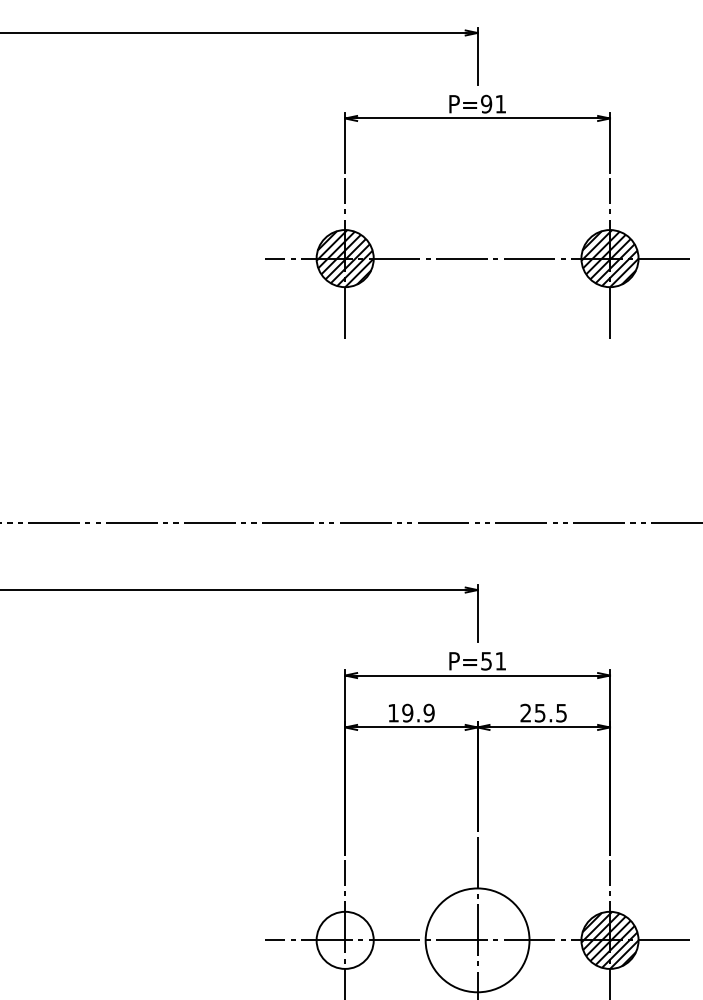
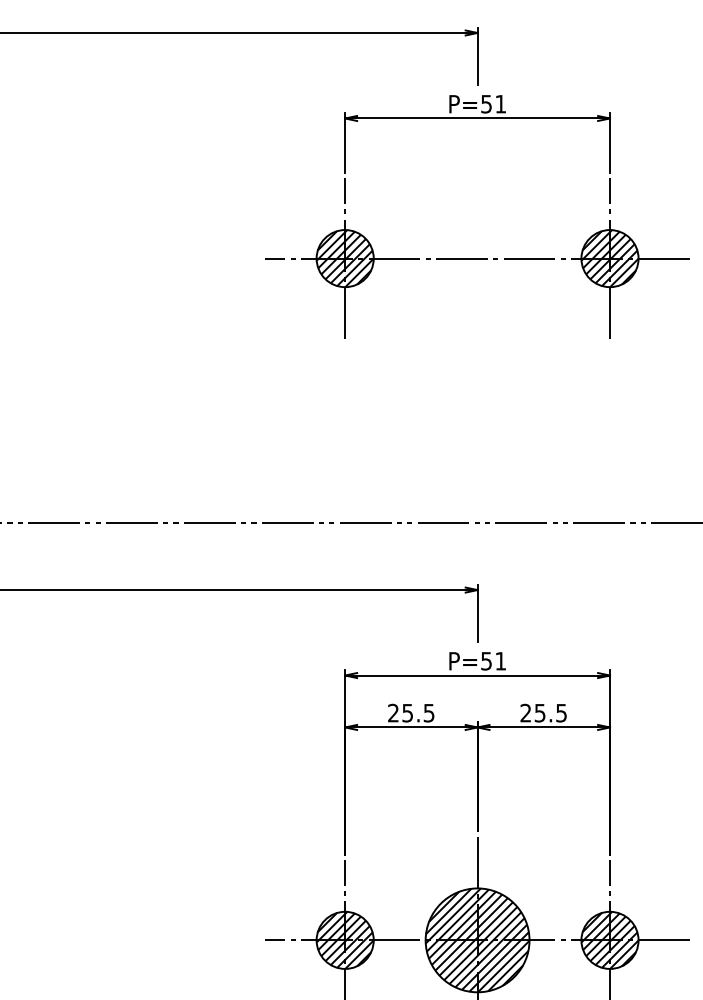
text at (486, 103): P=91 -> P=51
text at (411, 712): 19.9 -> 25.5
hatch at (344, 939): none -> present
hatch at (477, 940): none -> present
